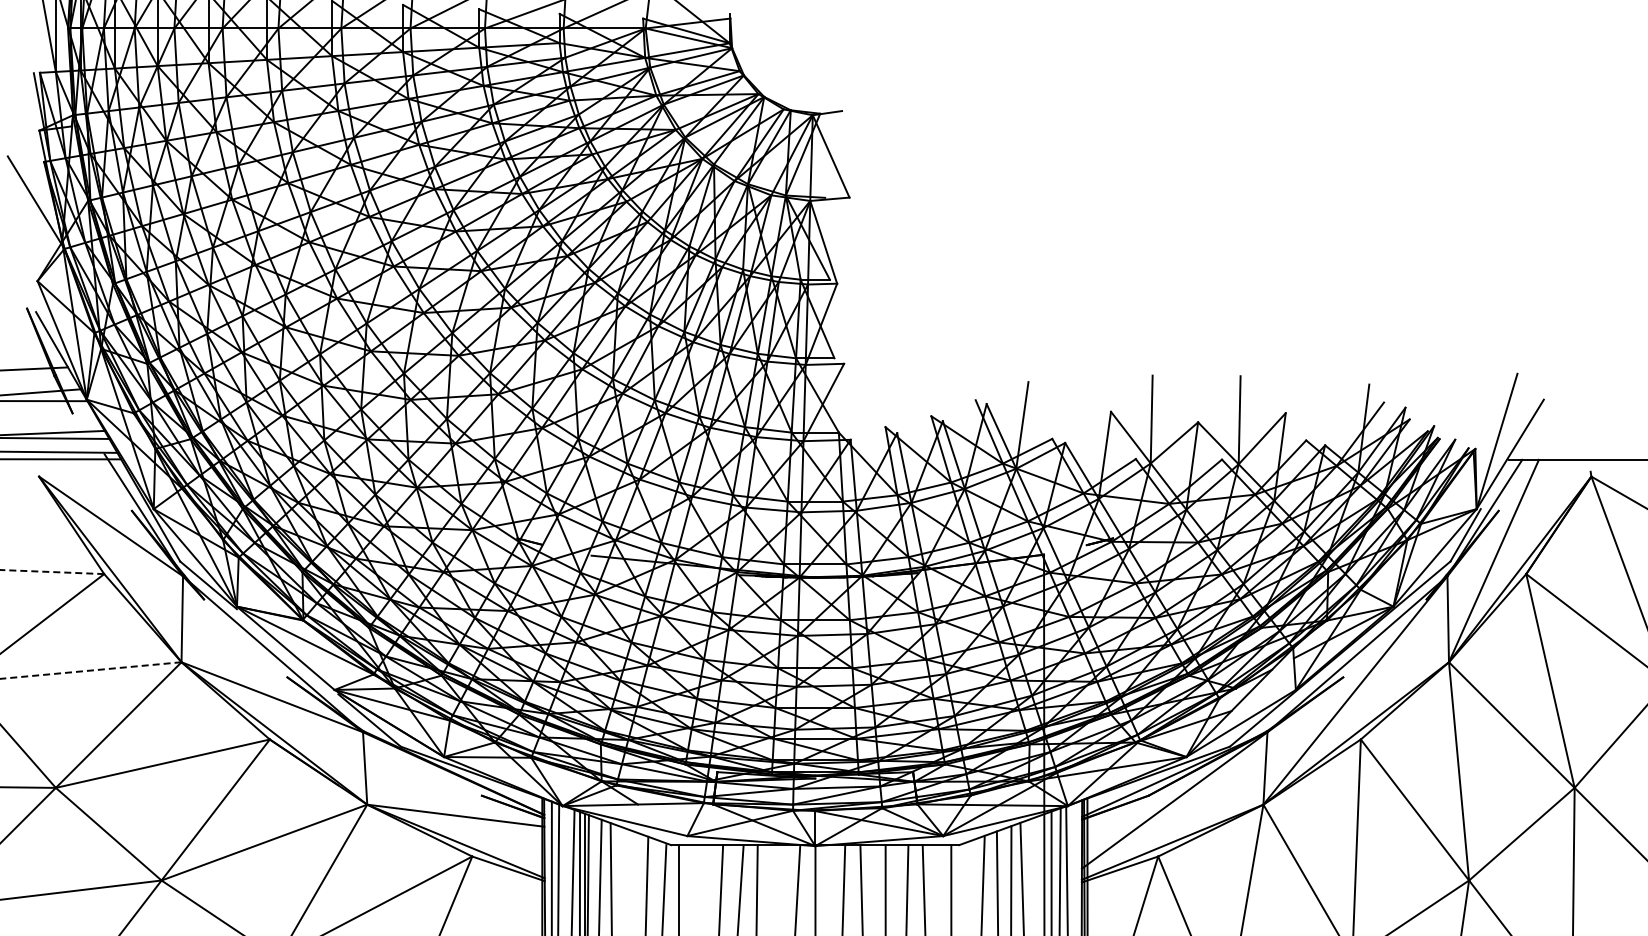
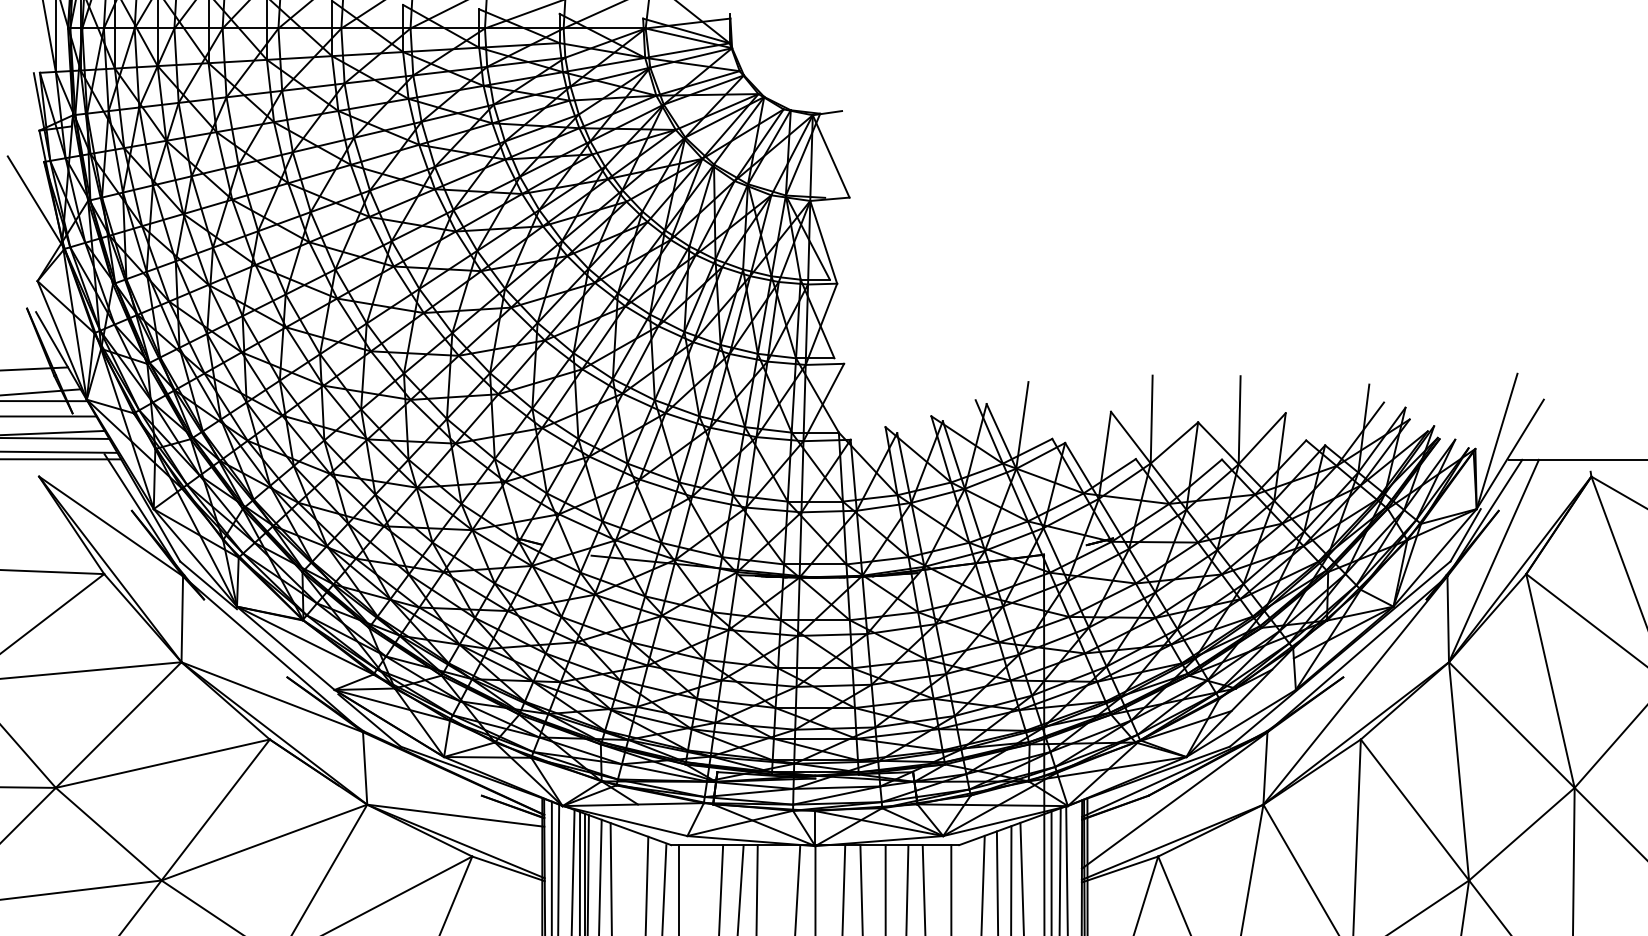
line at (49, 416): none -> present
line at (52, 572): dashed -> solid
line at (90, 670): dashed -> solid
